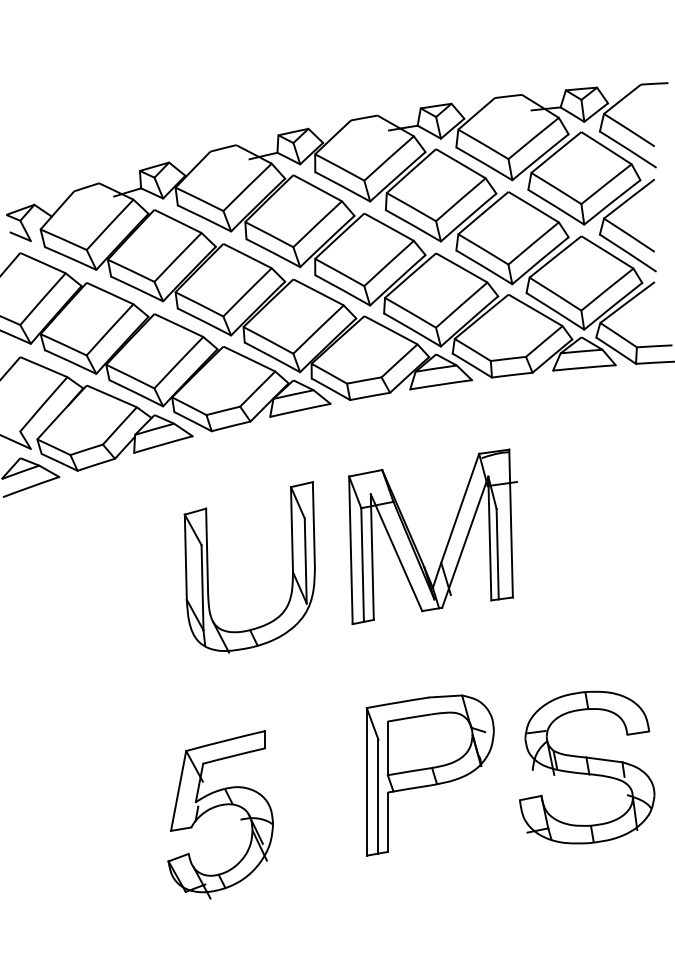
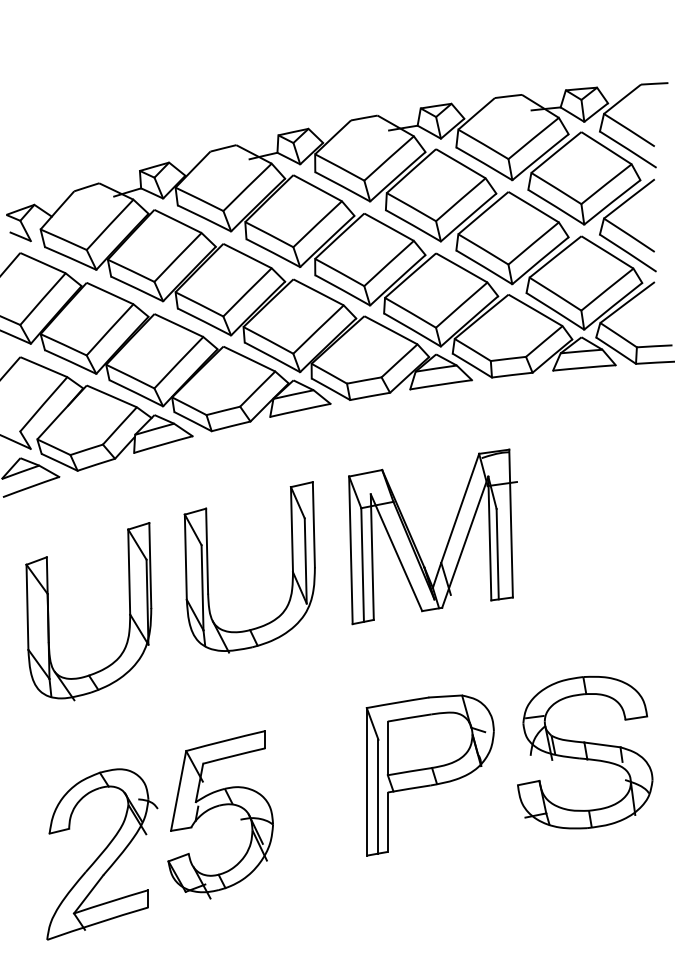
part at (49, 613): none -> present
part at (587, 767) position: (587, 767) -> (585, 752)
part at (102, 854): none -> present
